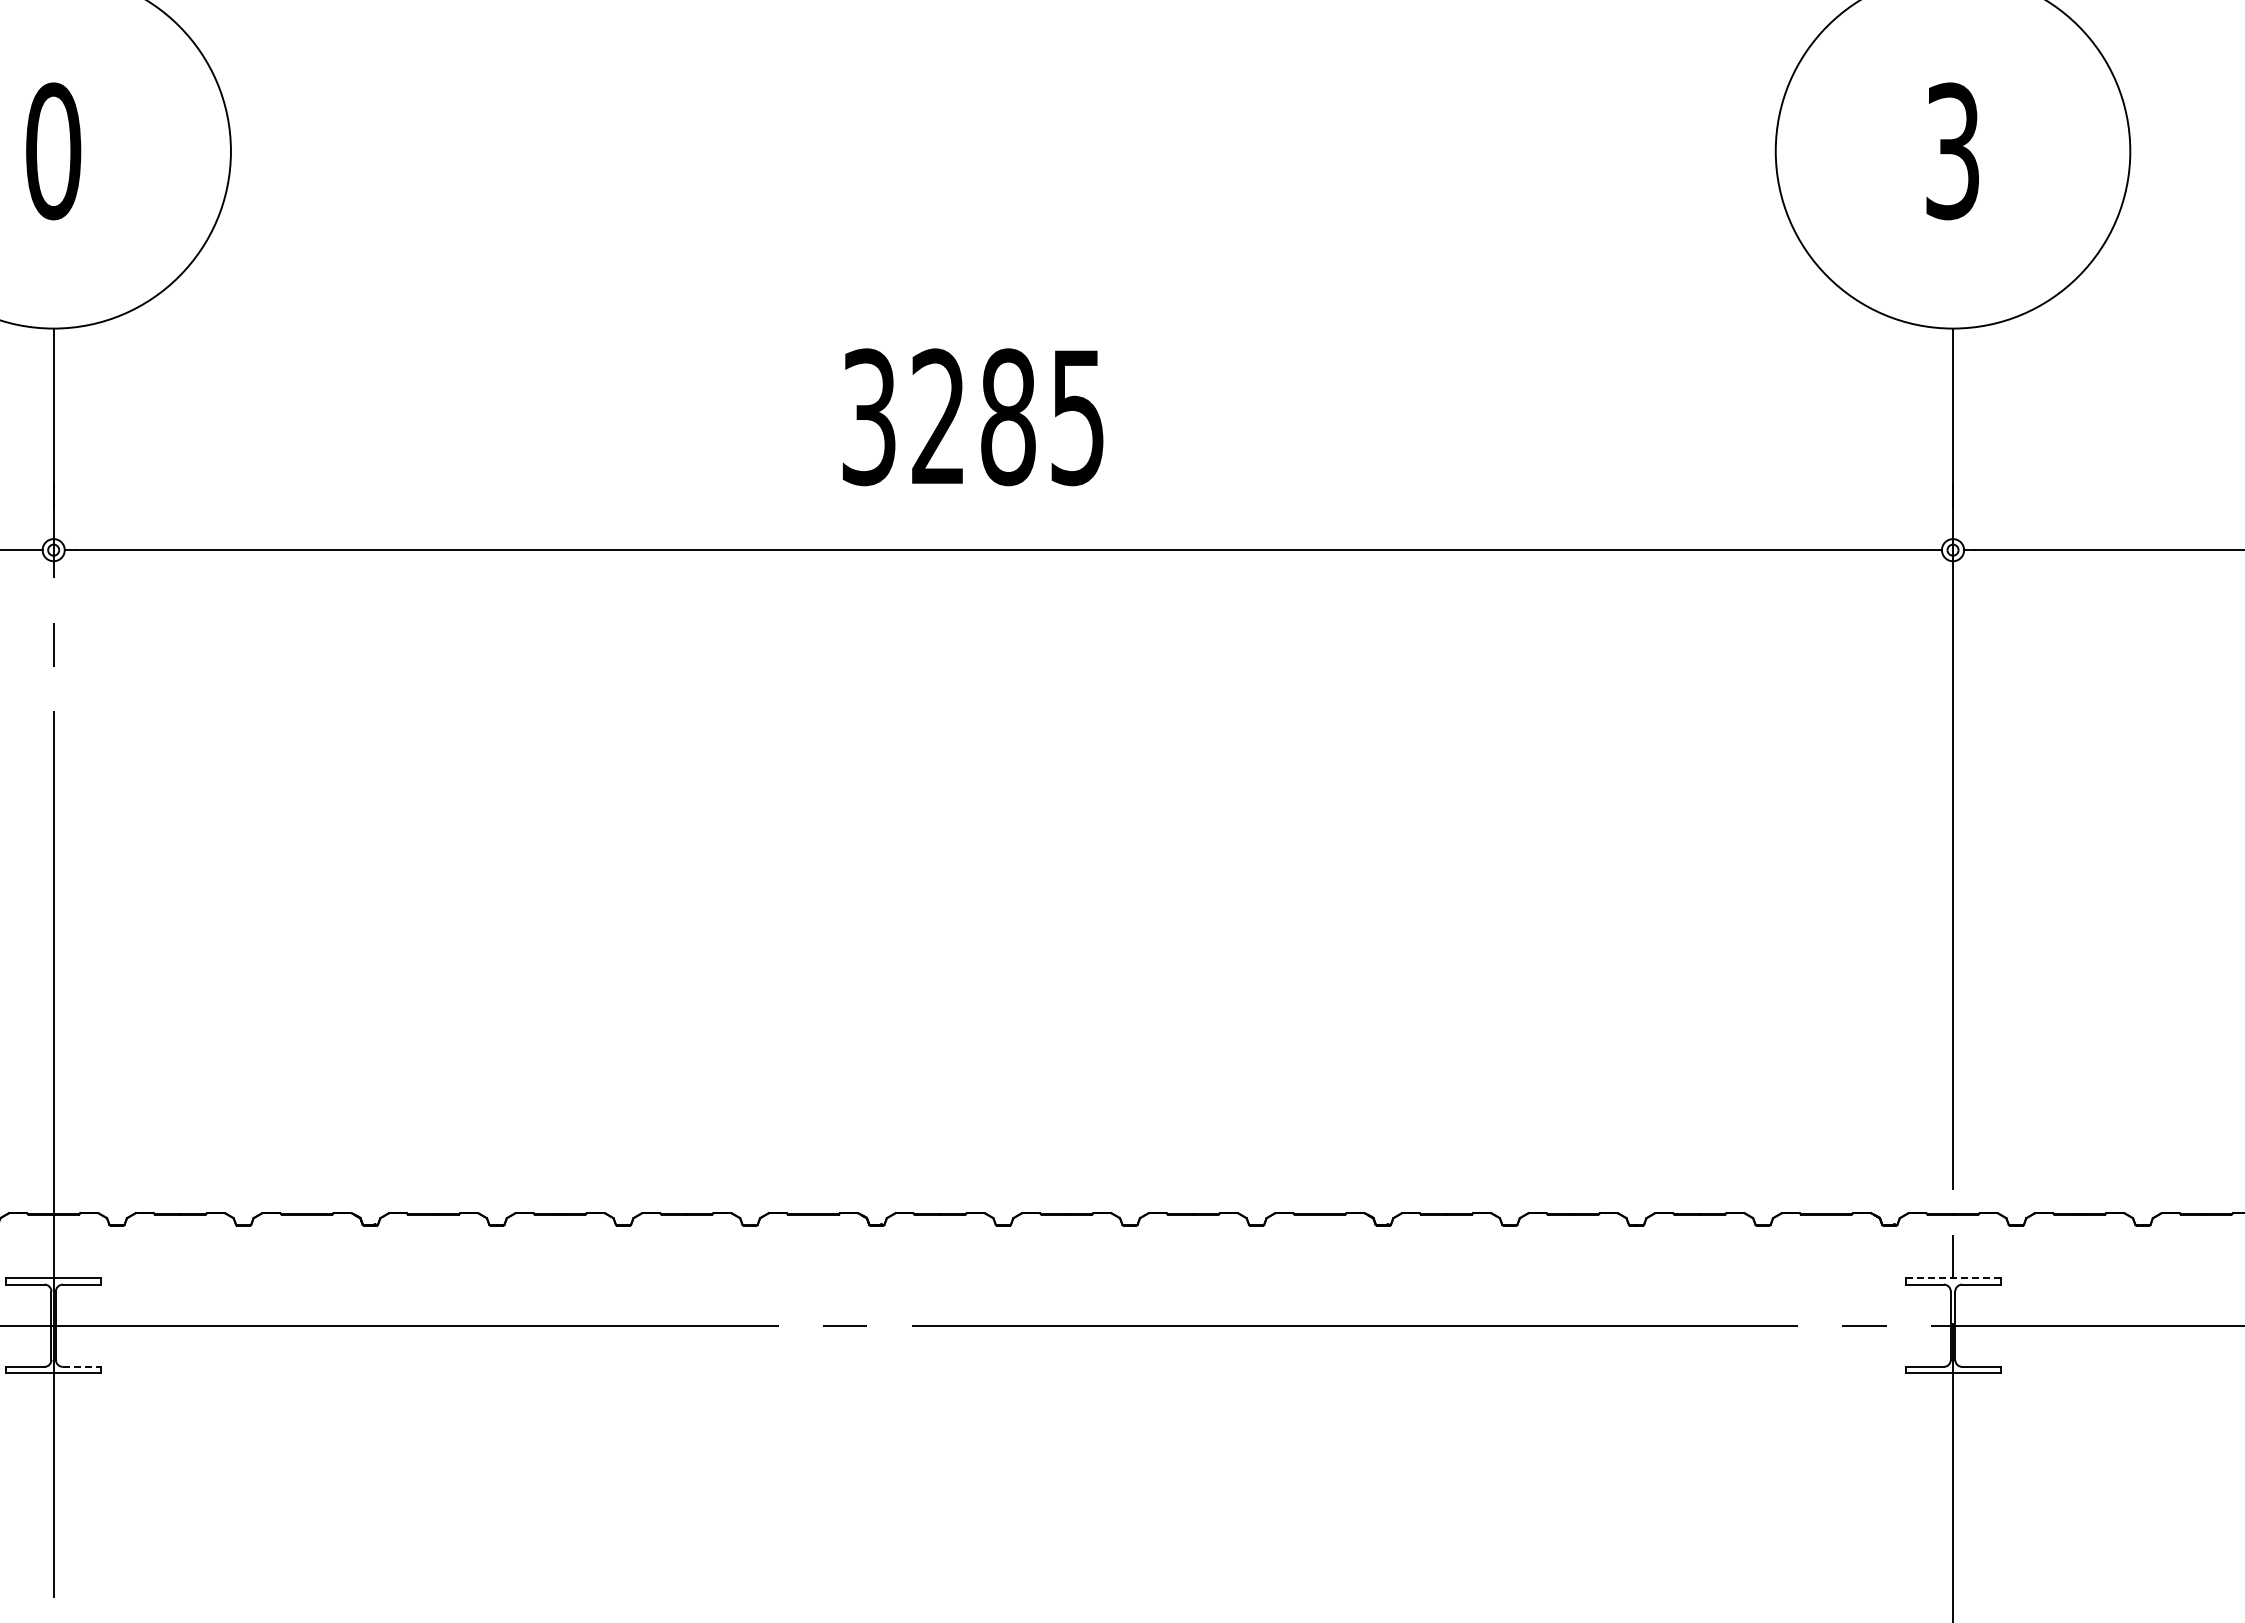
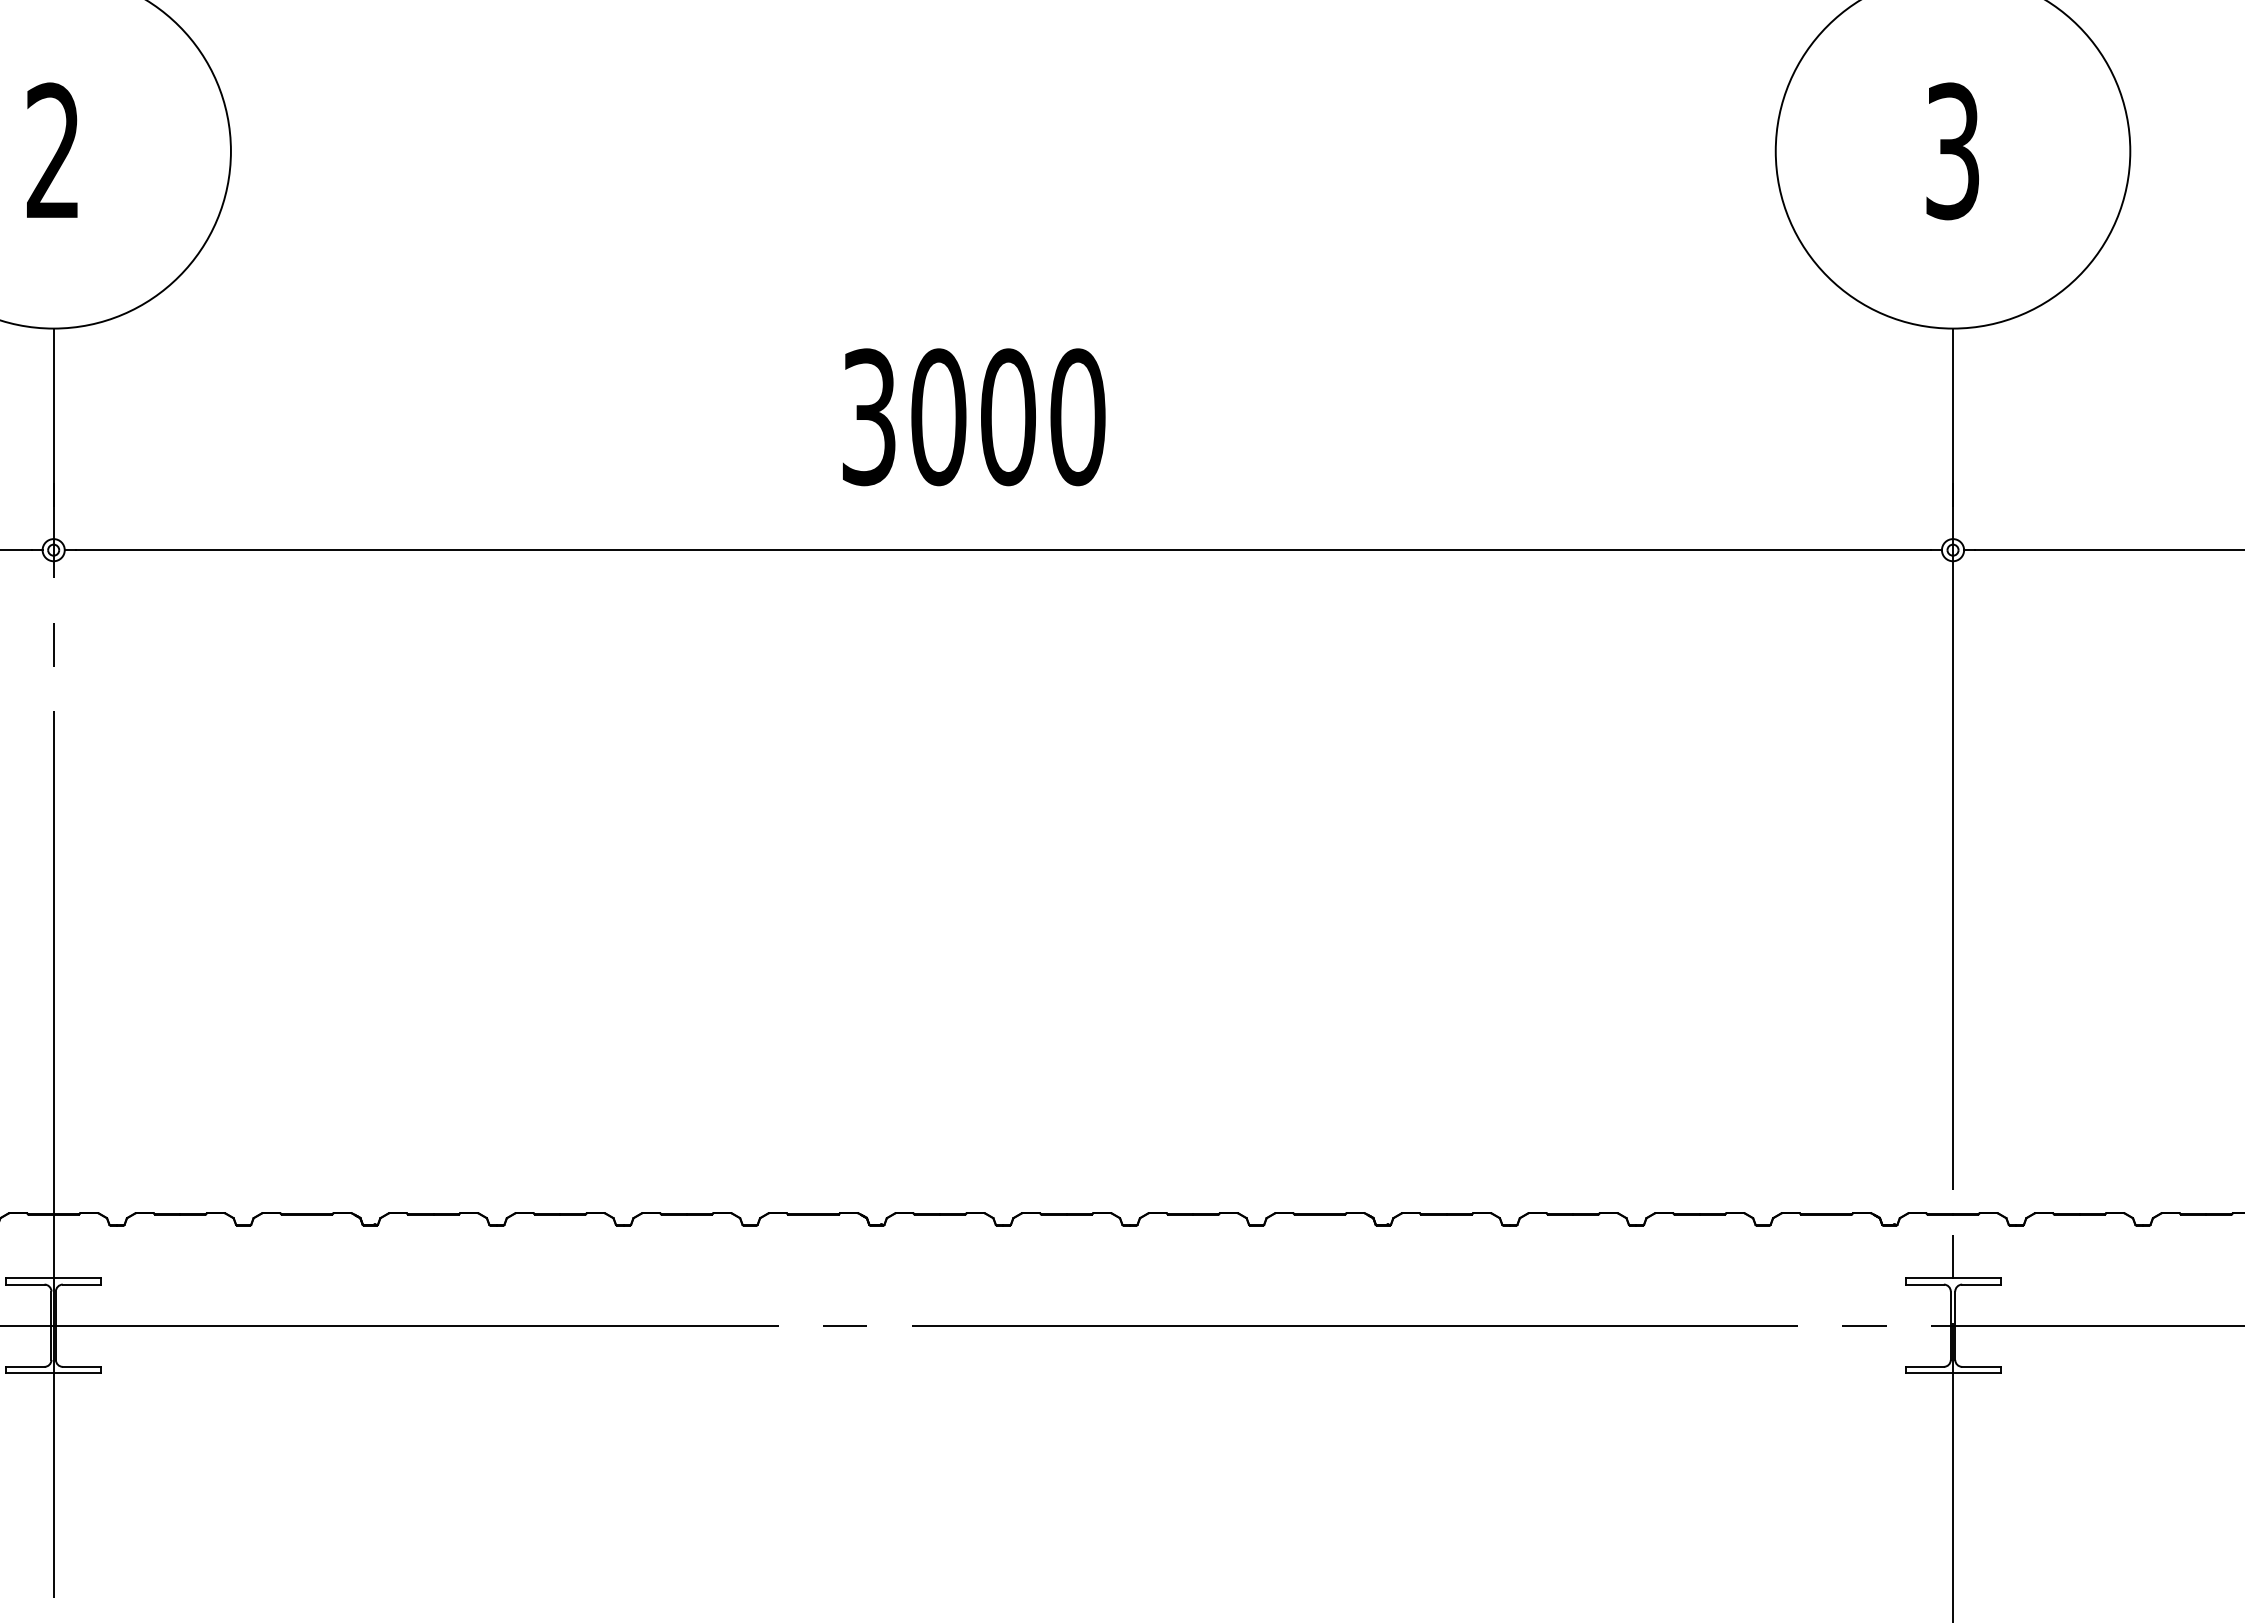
text at (53, 151): 0 -> 2
text at (1008, 417): 3285 -> 3000
line at (1953, 1278): dashed -> solid
line at (82, 1366): dashed -> solid
